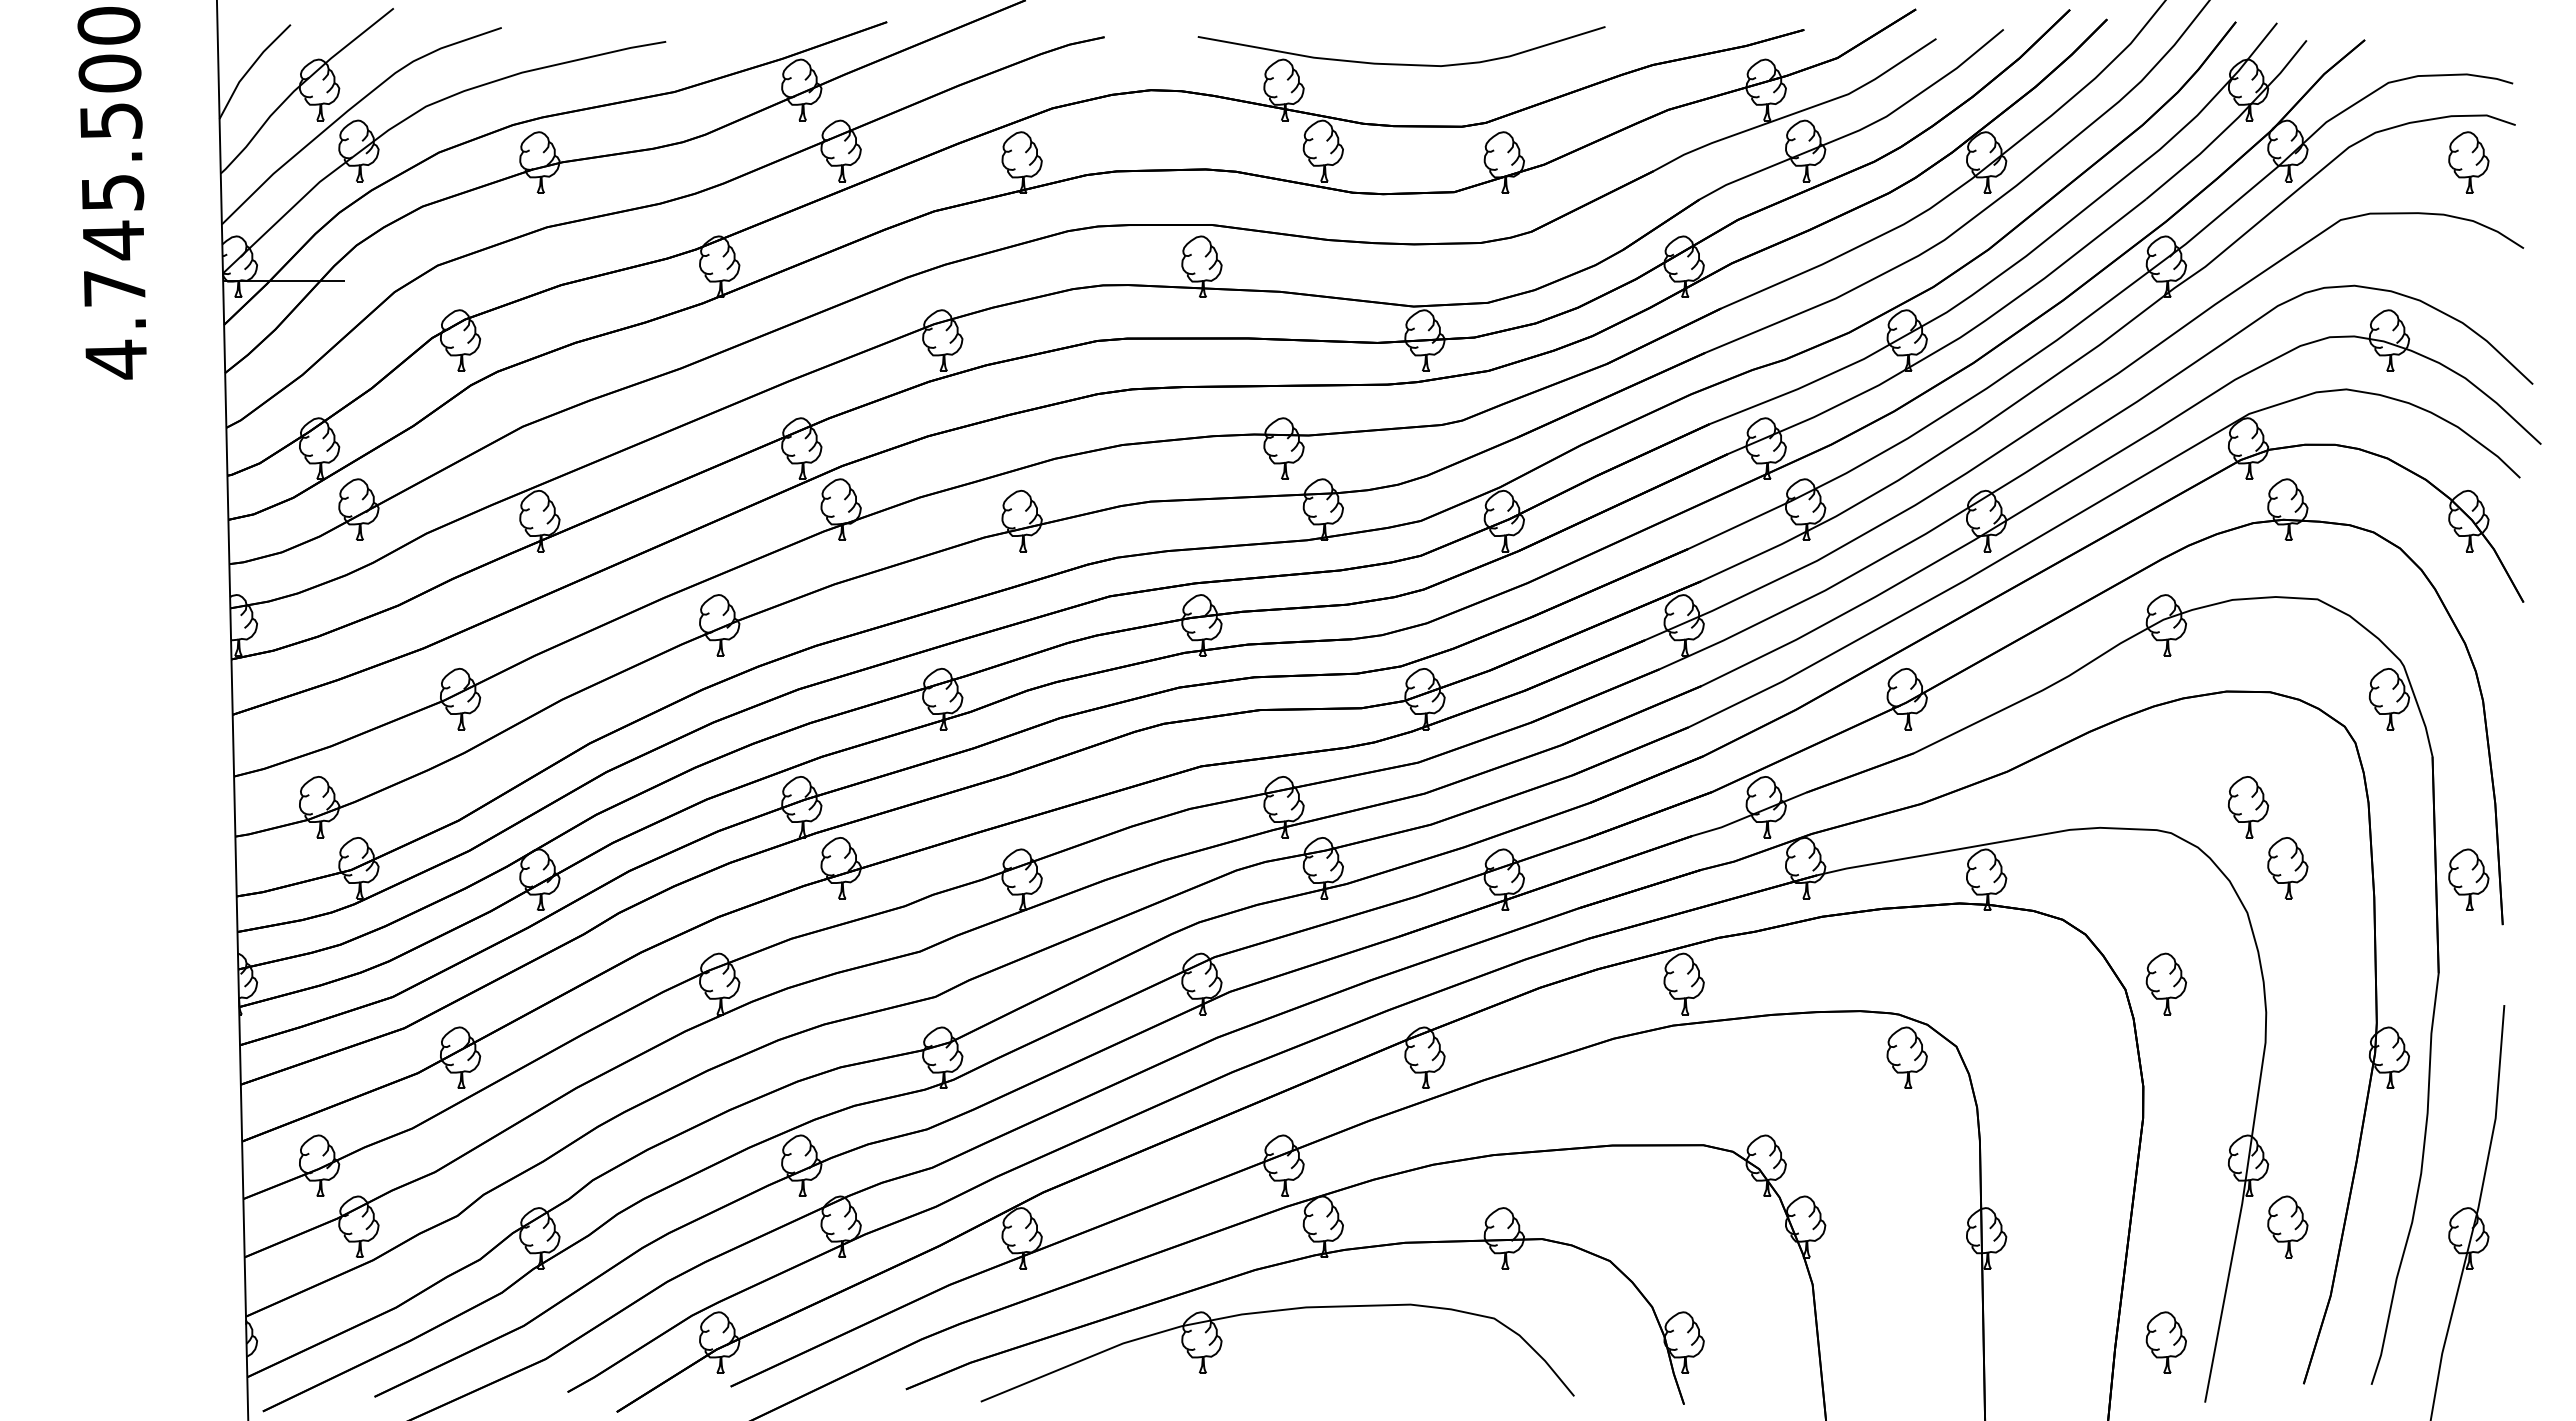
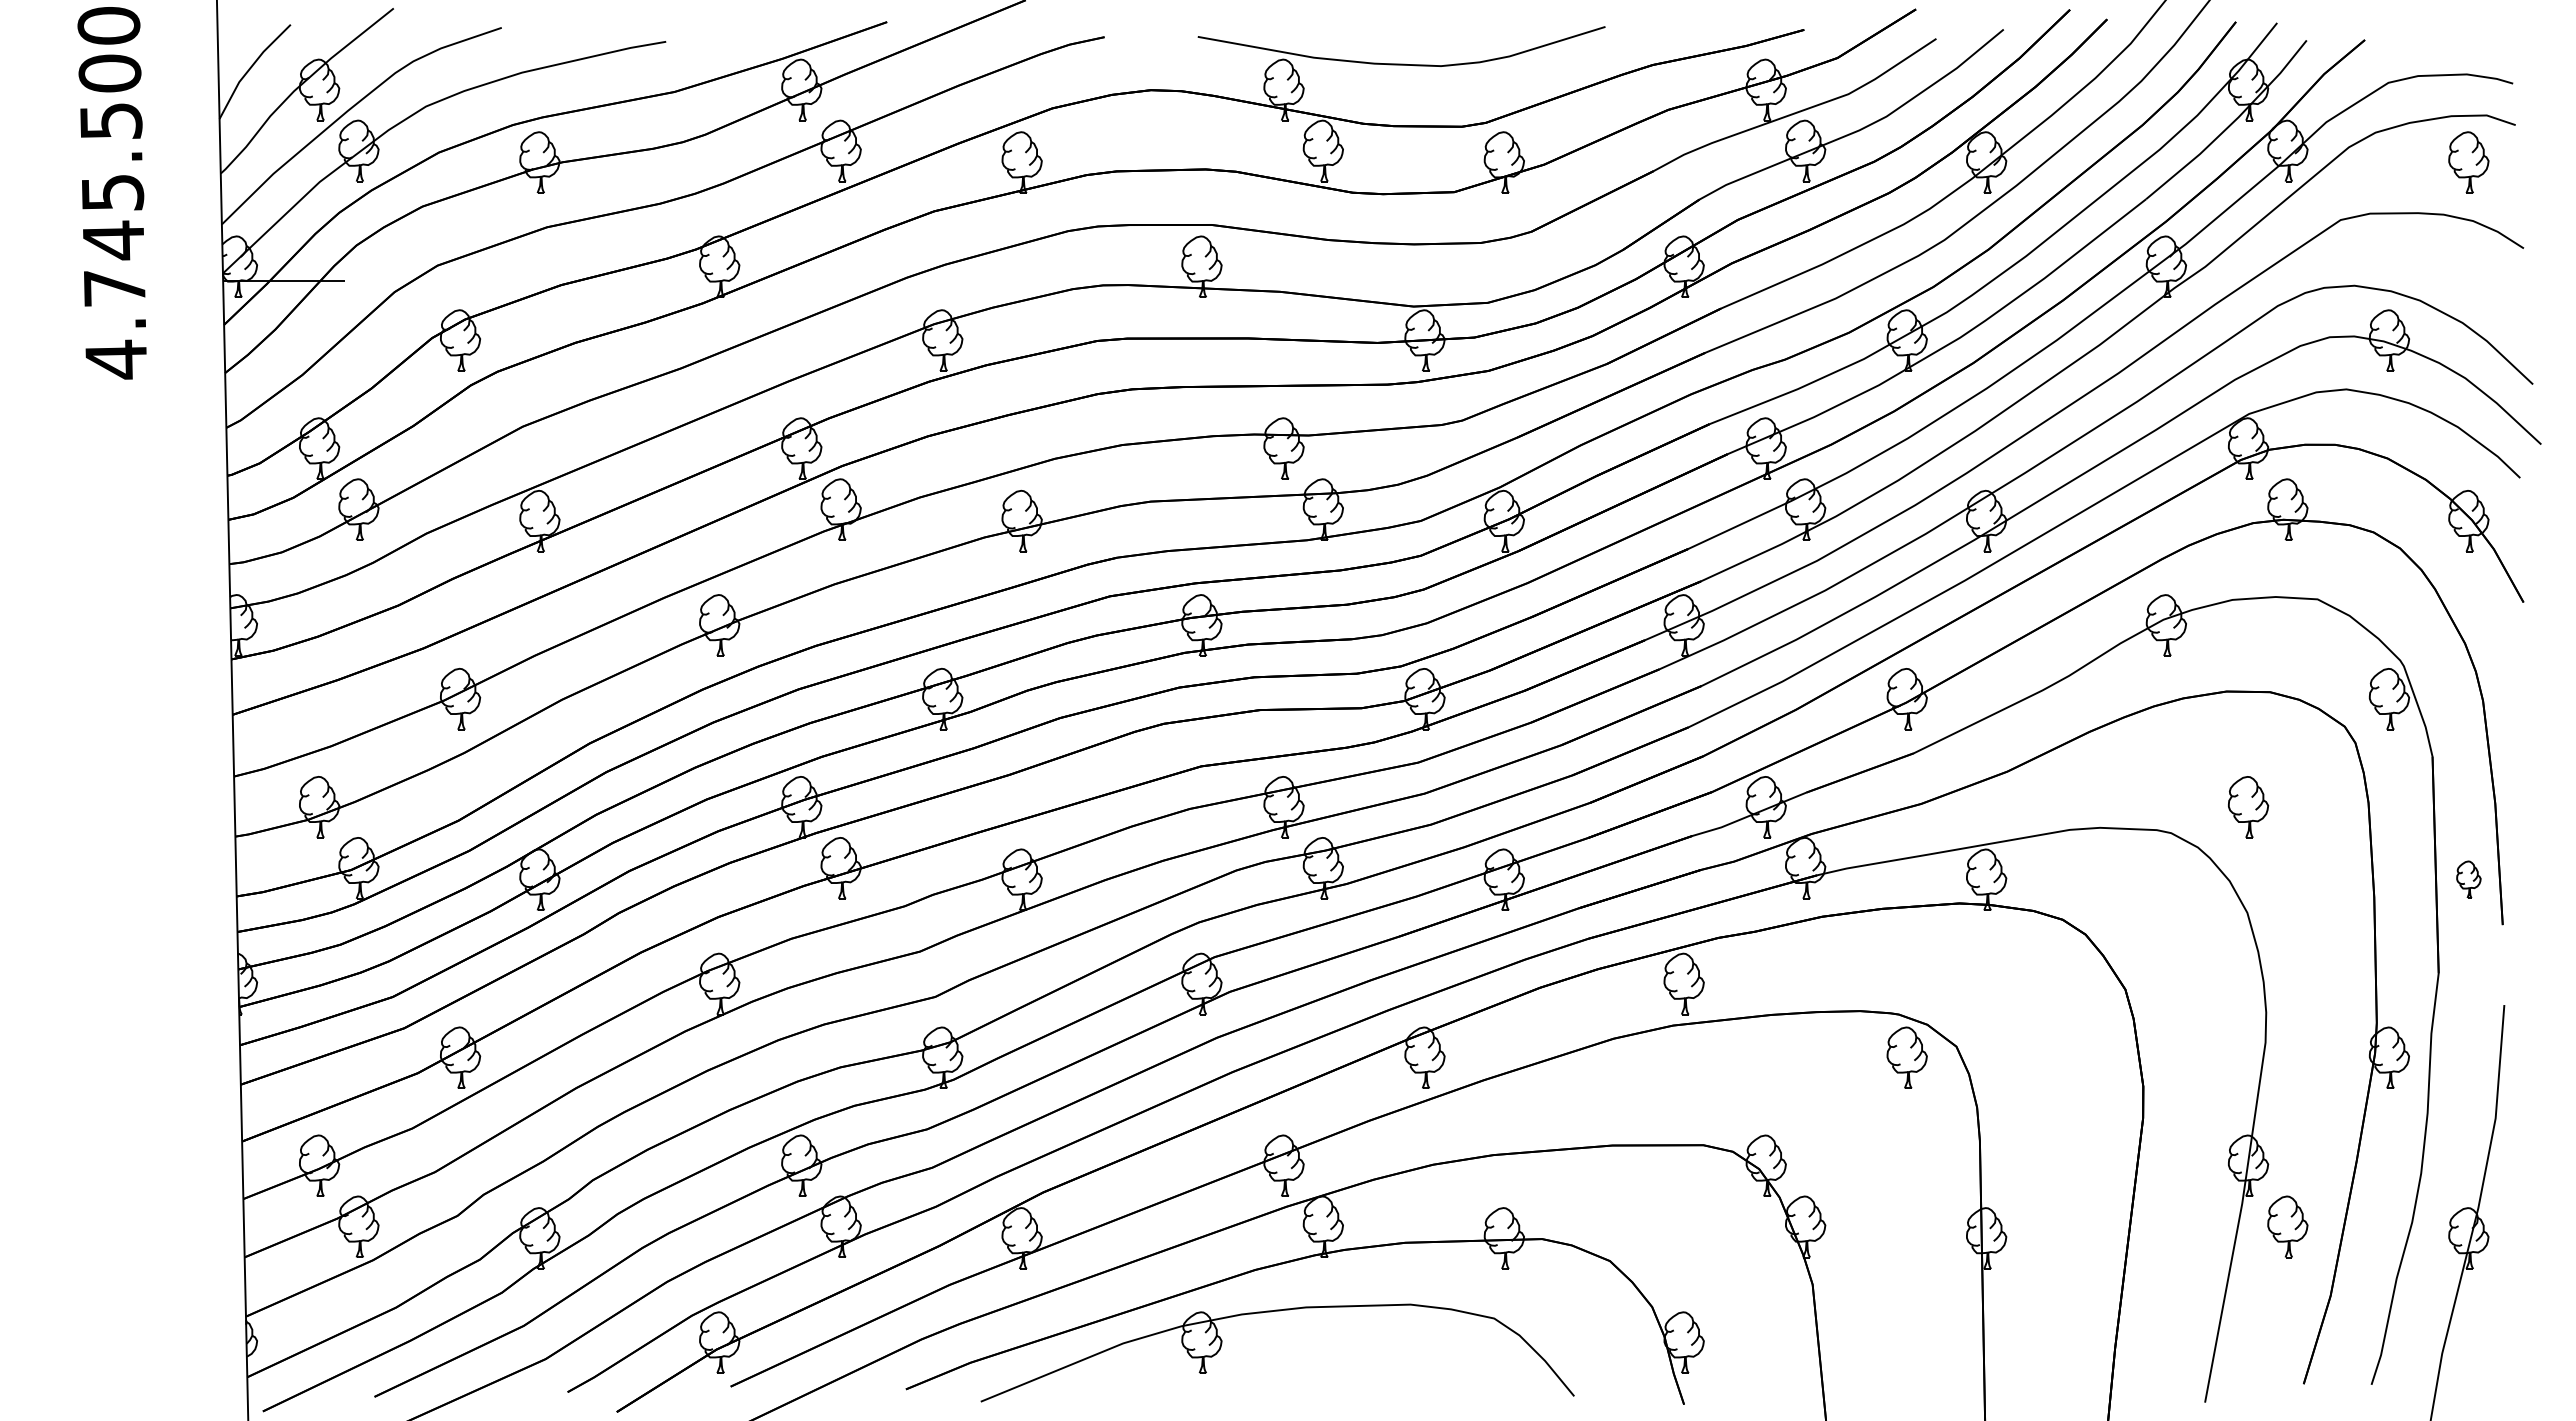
part at (2287, 868): present -> none
part at (2468, 879) size: 42x63 px -> 26x39 px
part at (2165, 983): present -> none
part at (2165, 1342): present -> none
